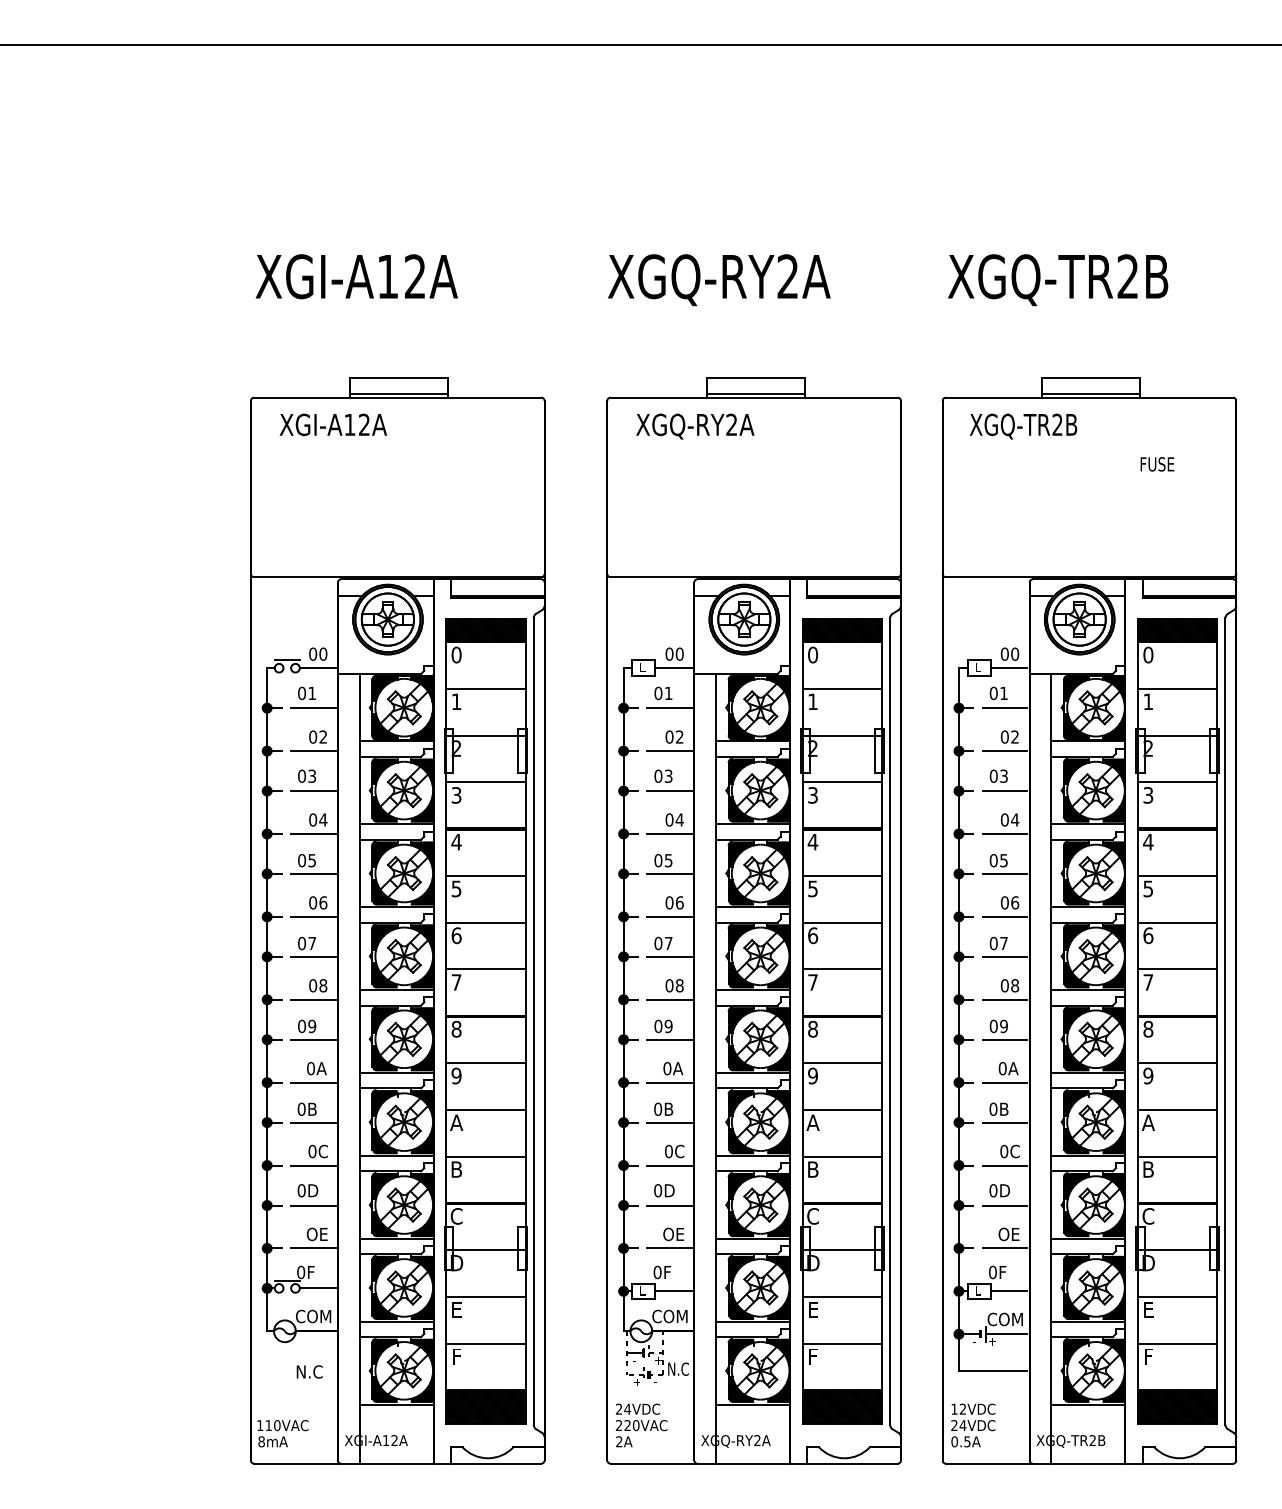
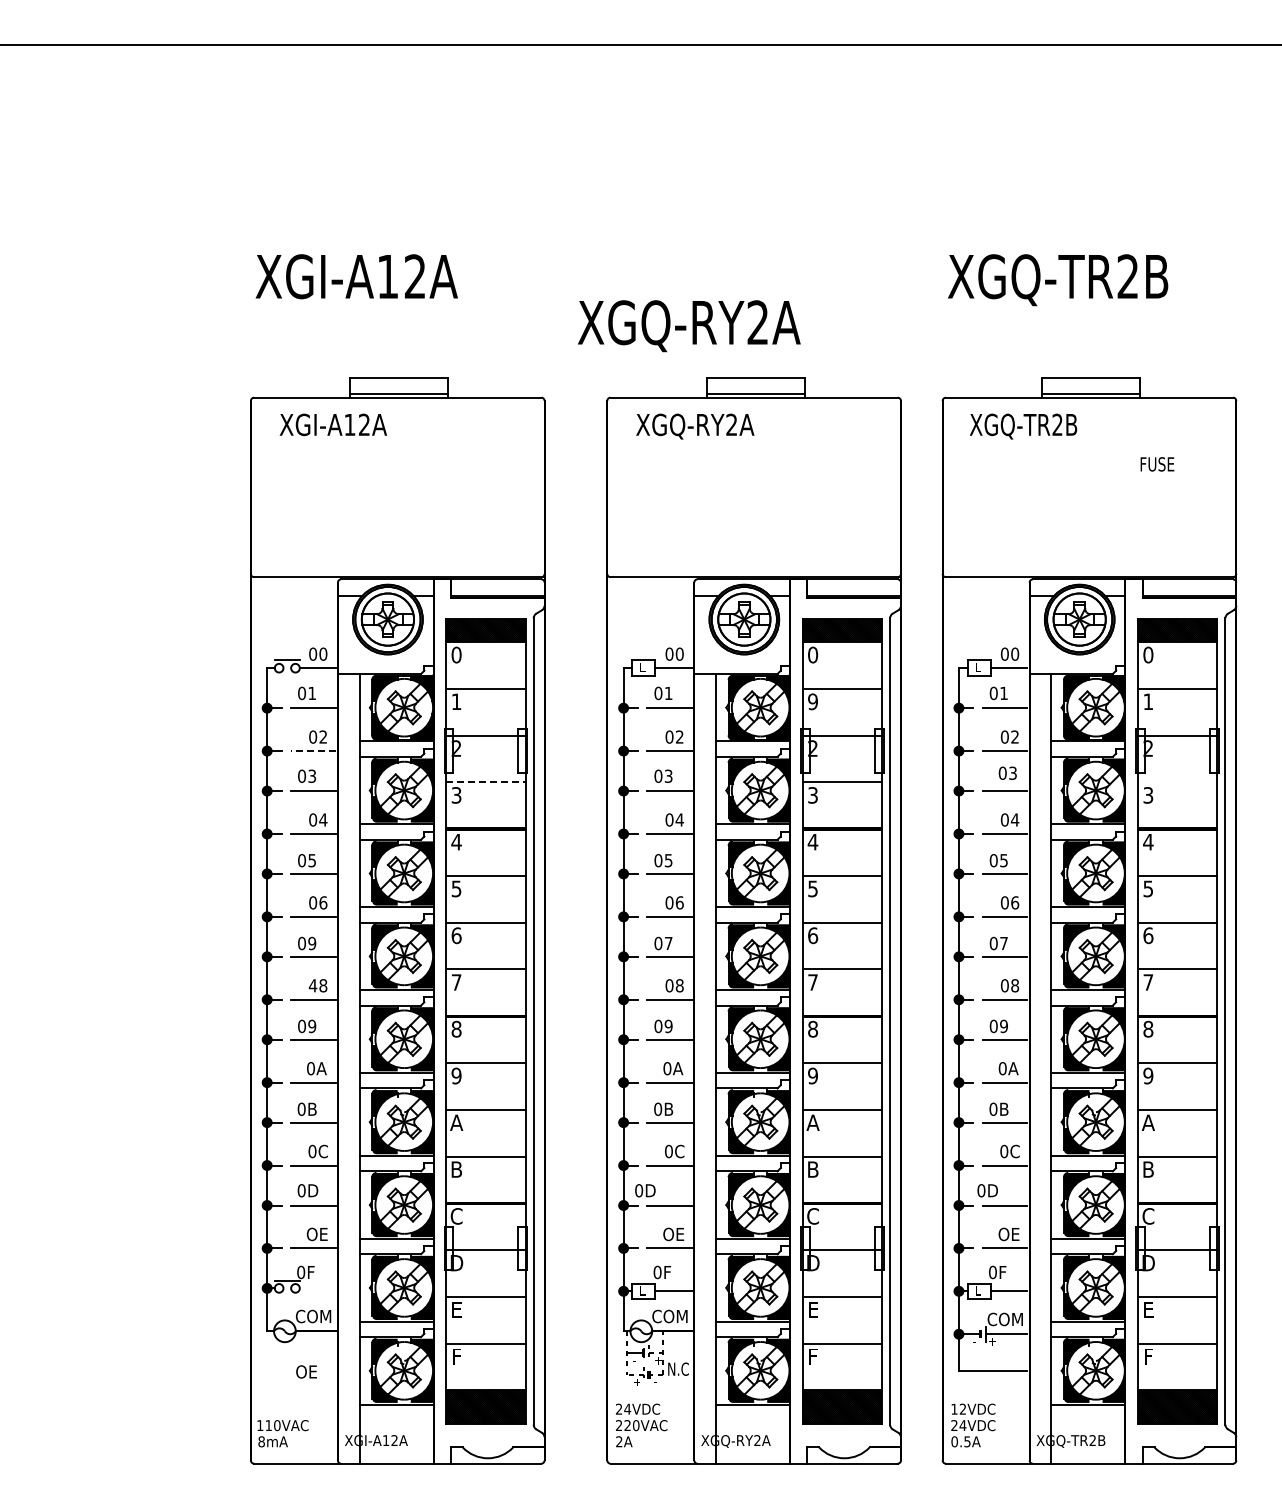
text at (719, 280) position: (719, 280) -> (689, 326)
text at (812, 701): 1 -> 9
line at (312, 751): solid -> dashed
text at (998, 775) position: (998, 775) -> (1007, 772)
line at (485, 782): solid -> dashed
line at (1177, 782): present -> none
text at (312, 943): 07 -> 09
text at (312, 985): 08 -> 48
text at (664, 1190) position: (664, 1190) -> (645, 1190)
text at (999, 1190) position: (999, 1190) -> (987, 1190)
line at (317, 1288): present -> none
text at (309, 1371): N.C -> OE
